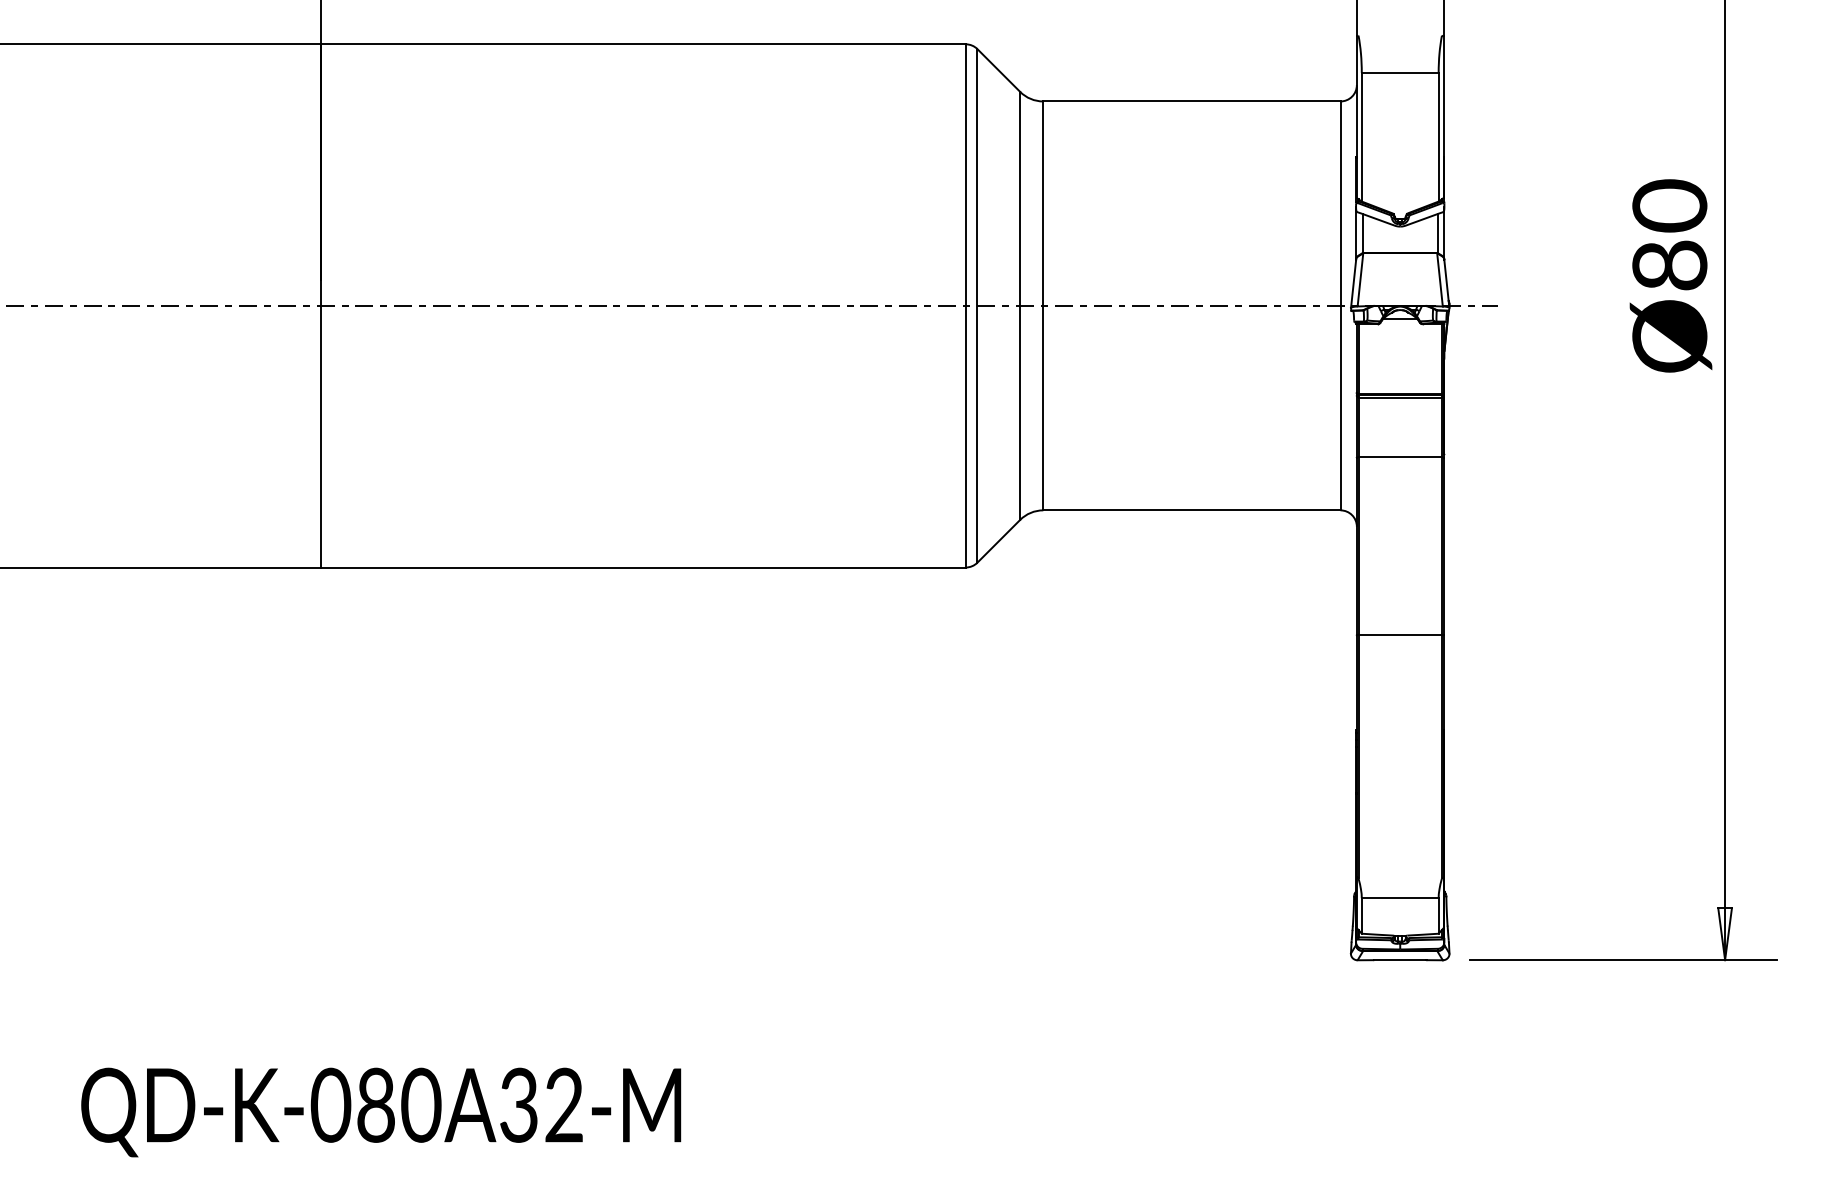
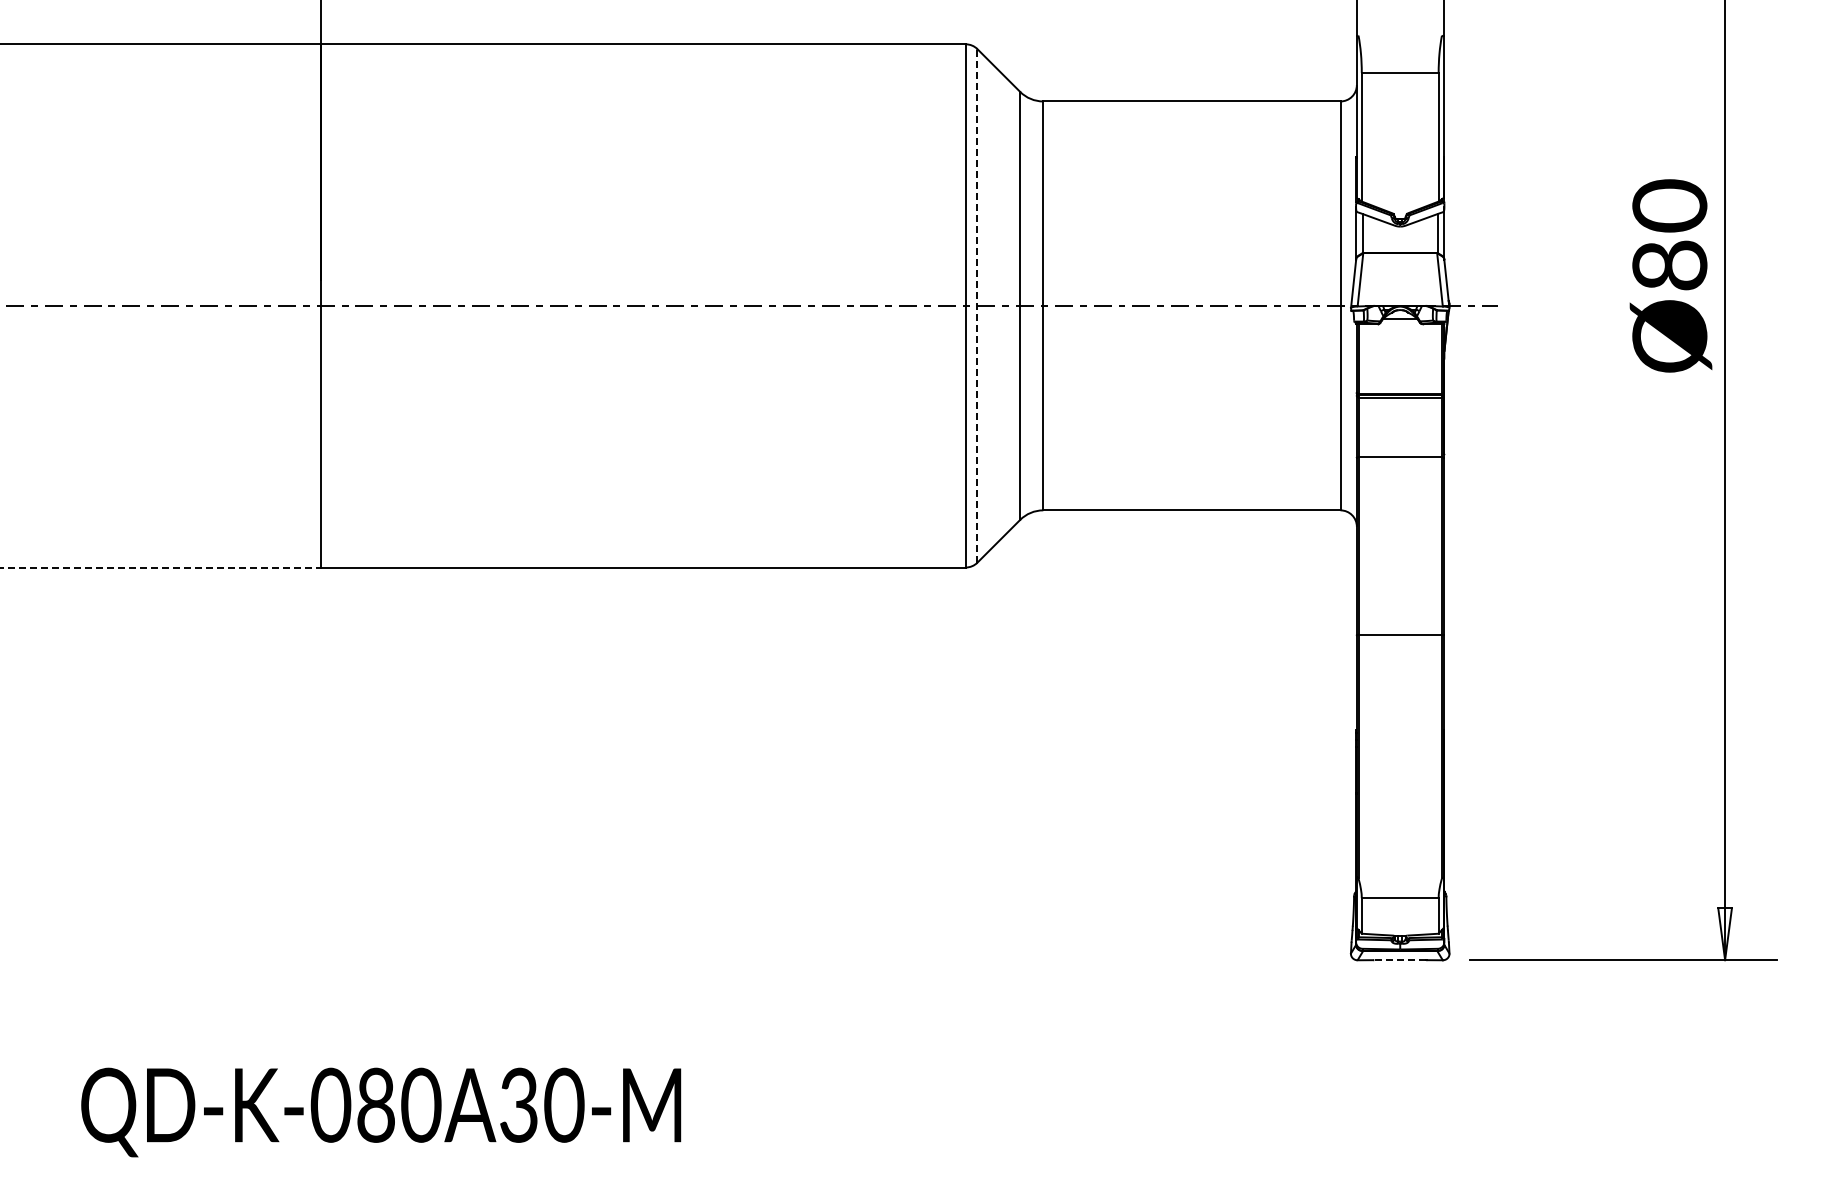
line at (977, 305): solid -> dashed
line at (160, 567): solid -> dashed
line at (1400, 960): solid -> dashed
text at (564, 1105): QD-K-080A32-M -> QD-K-080A30-M
